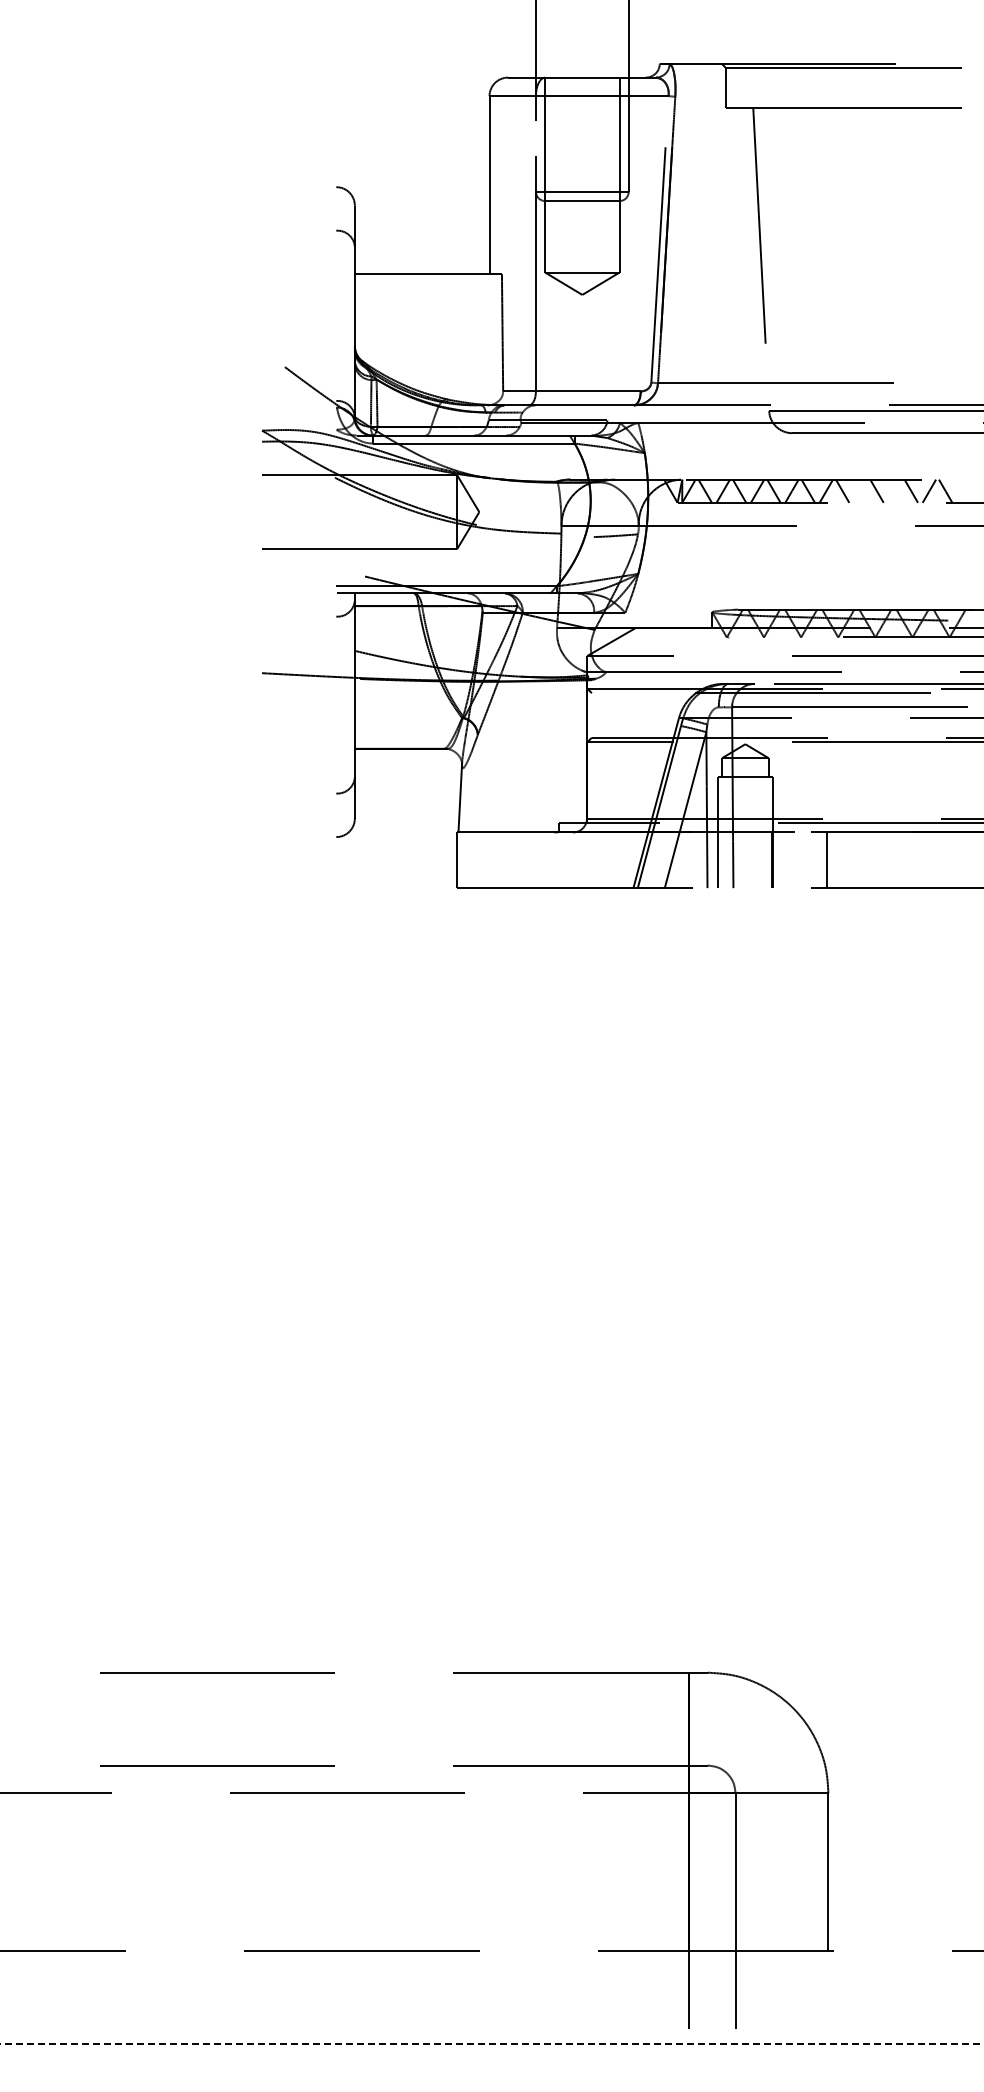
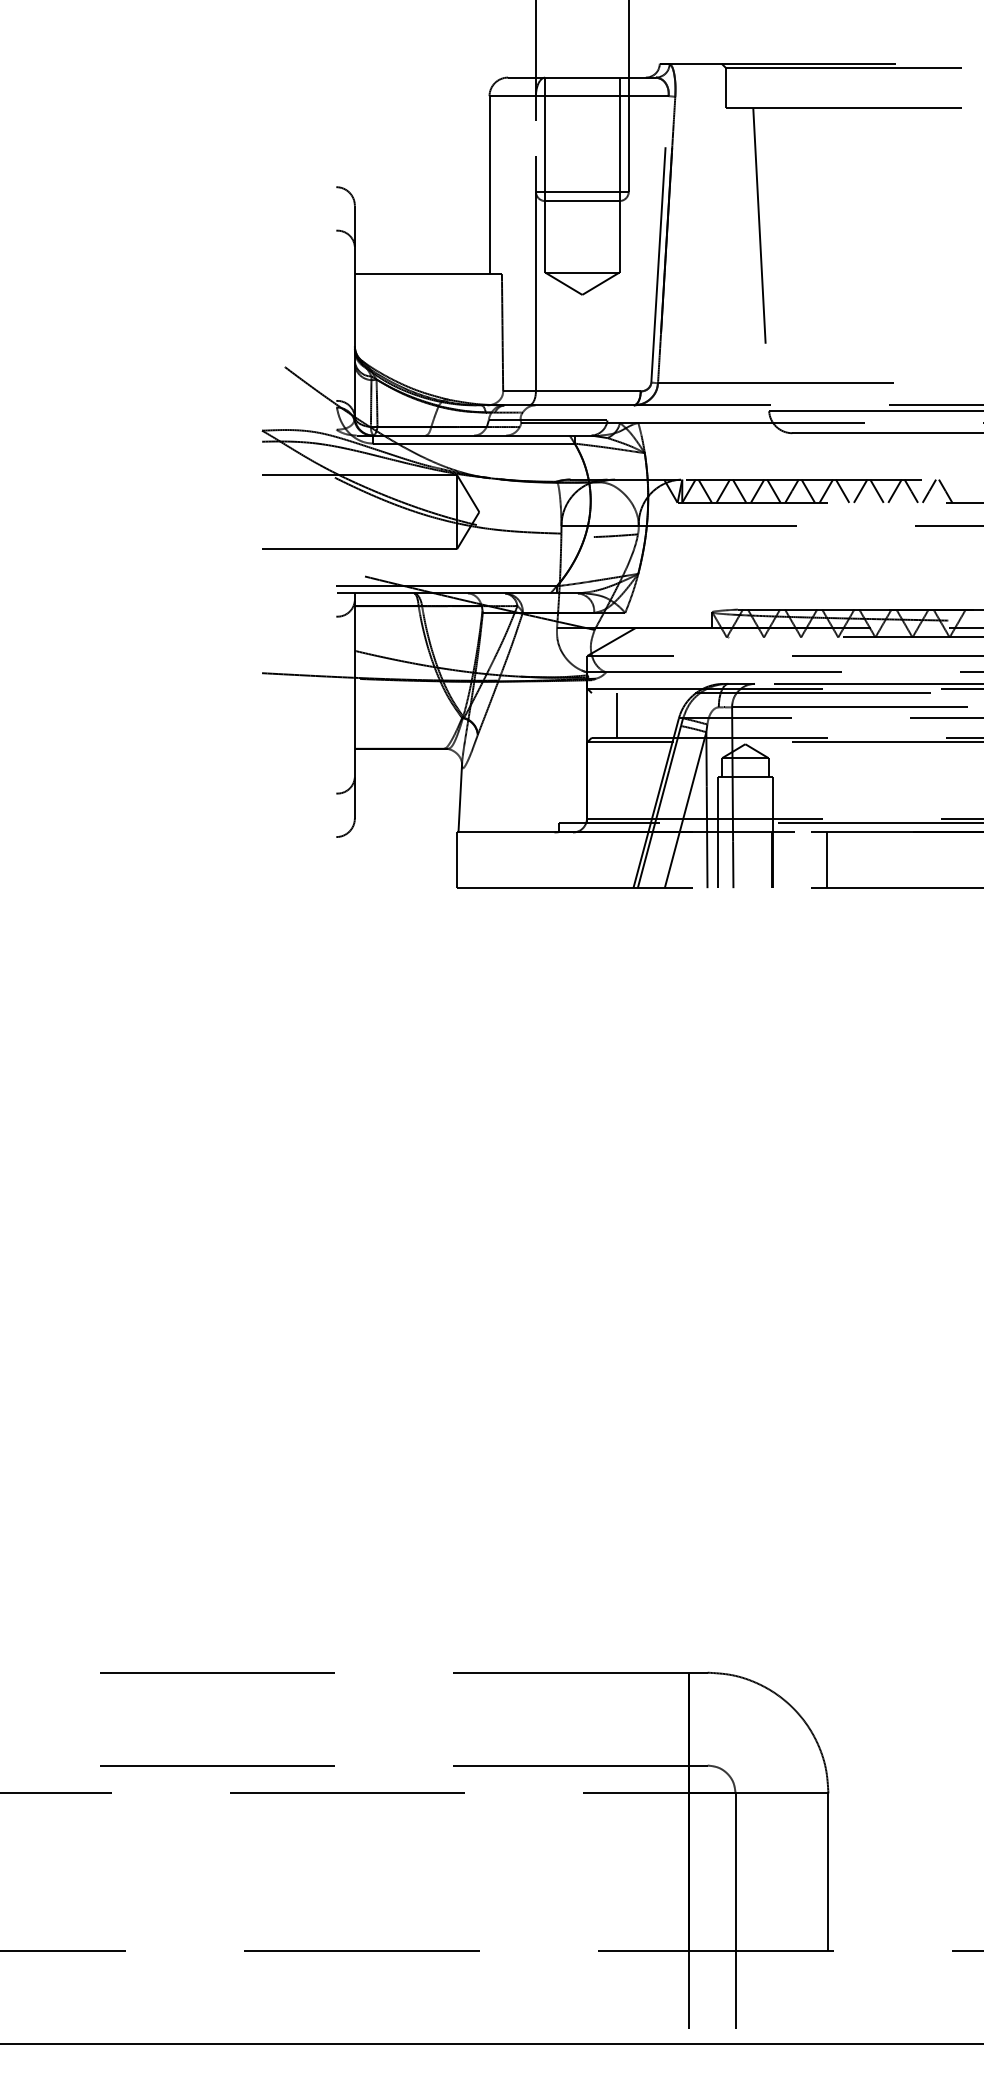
line at (860, 490): none -> present
line at (894, 490): none -> present
line at (616, 715): none -> present
line at (491, 2044): dashed -> solid
